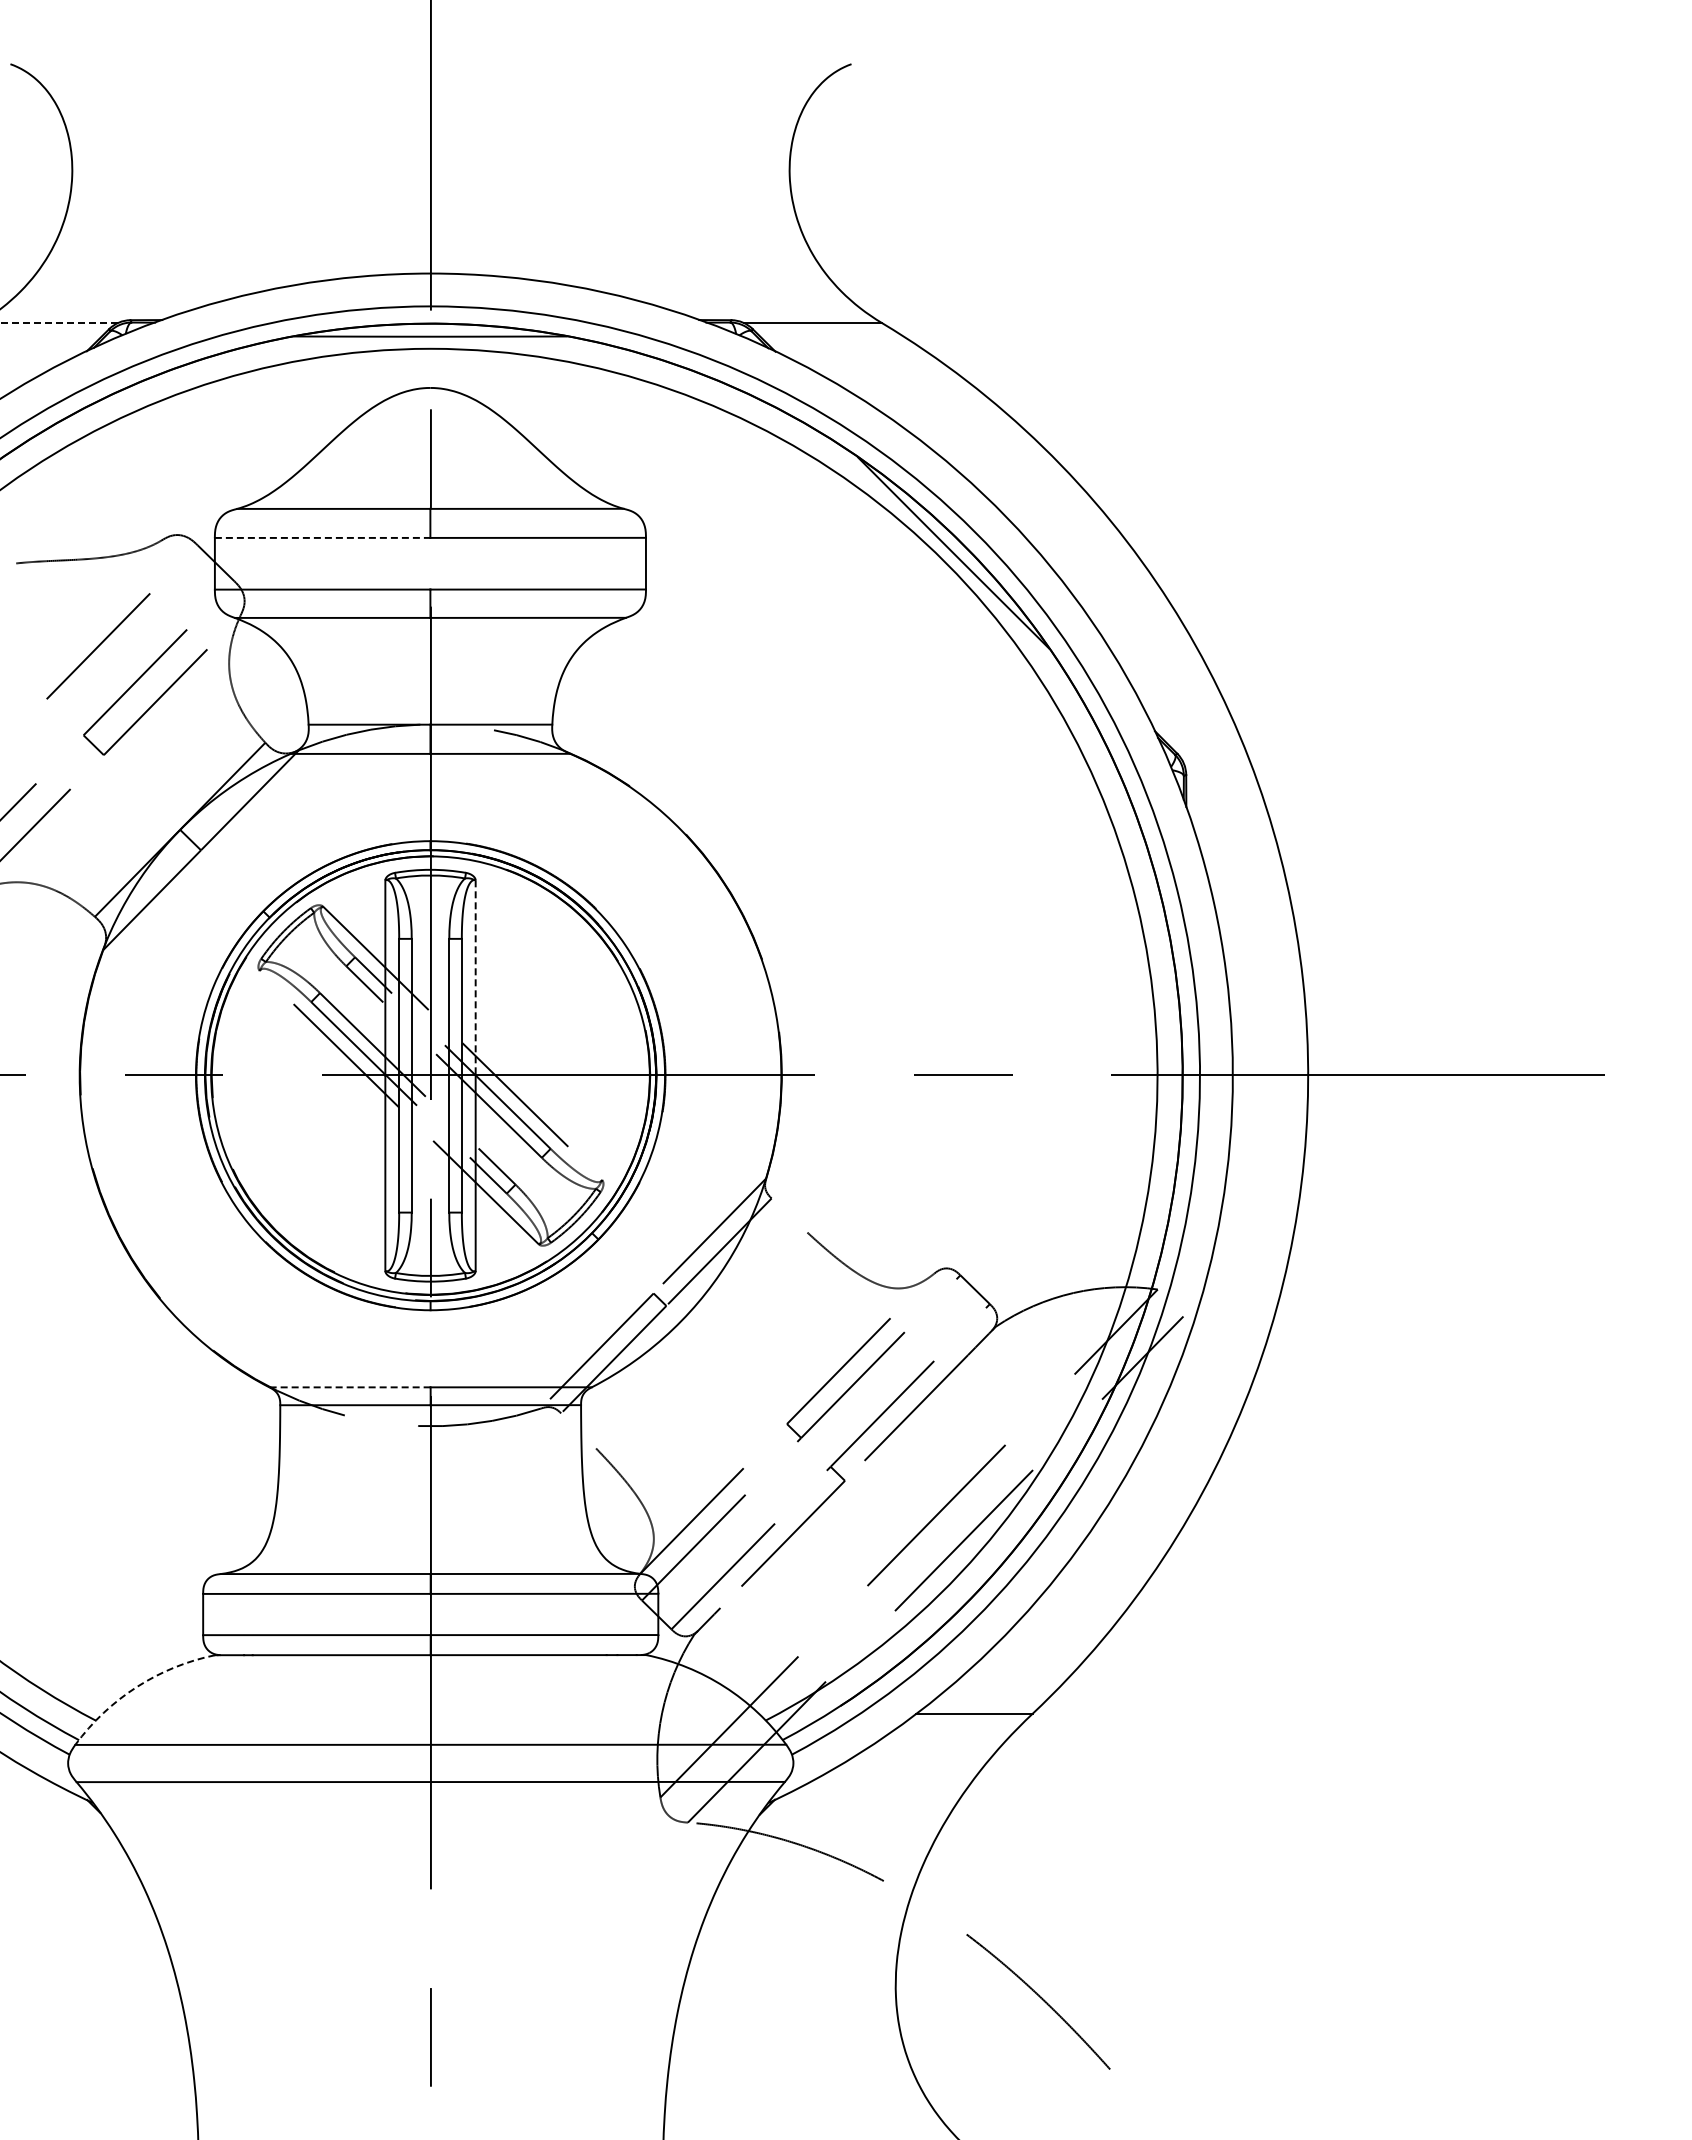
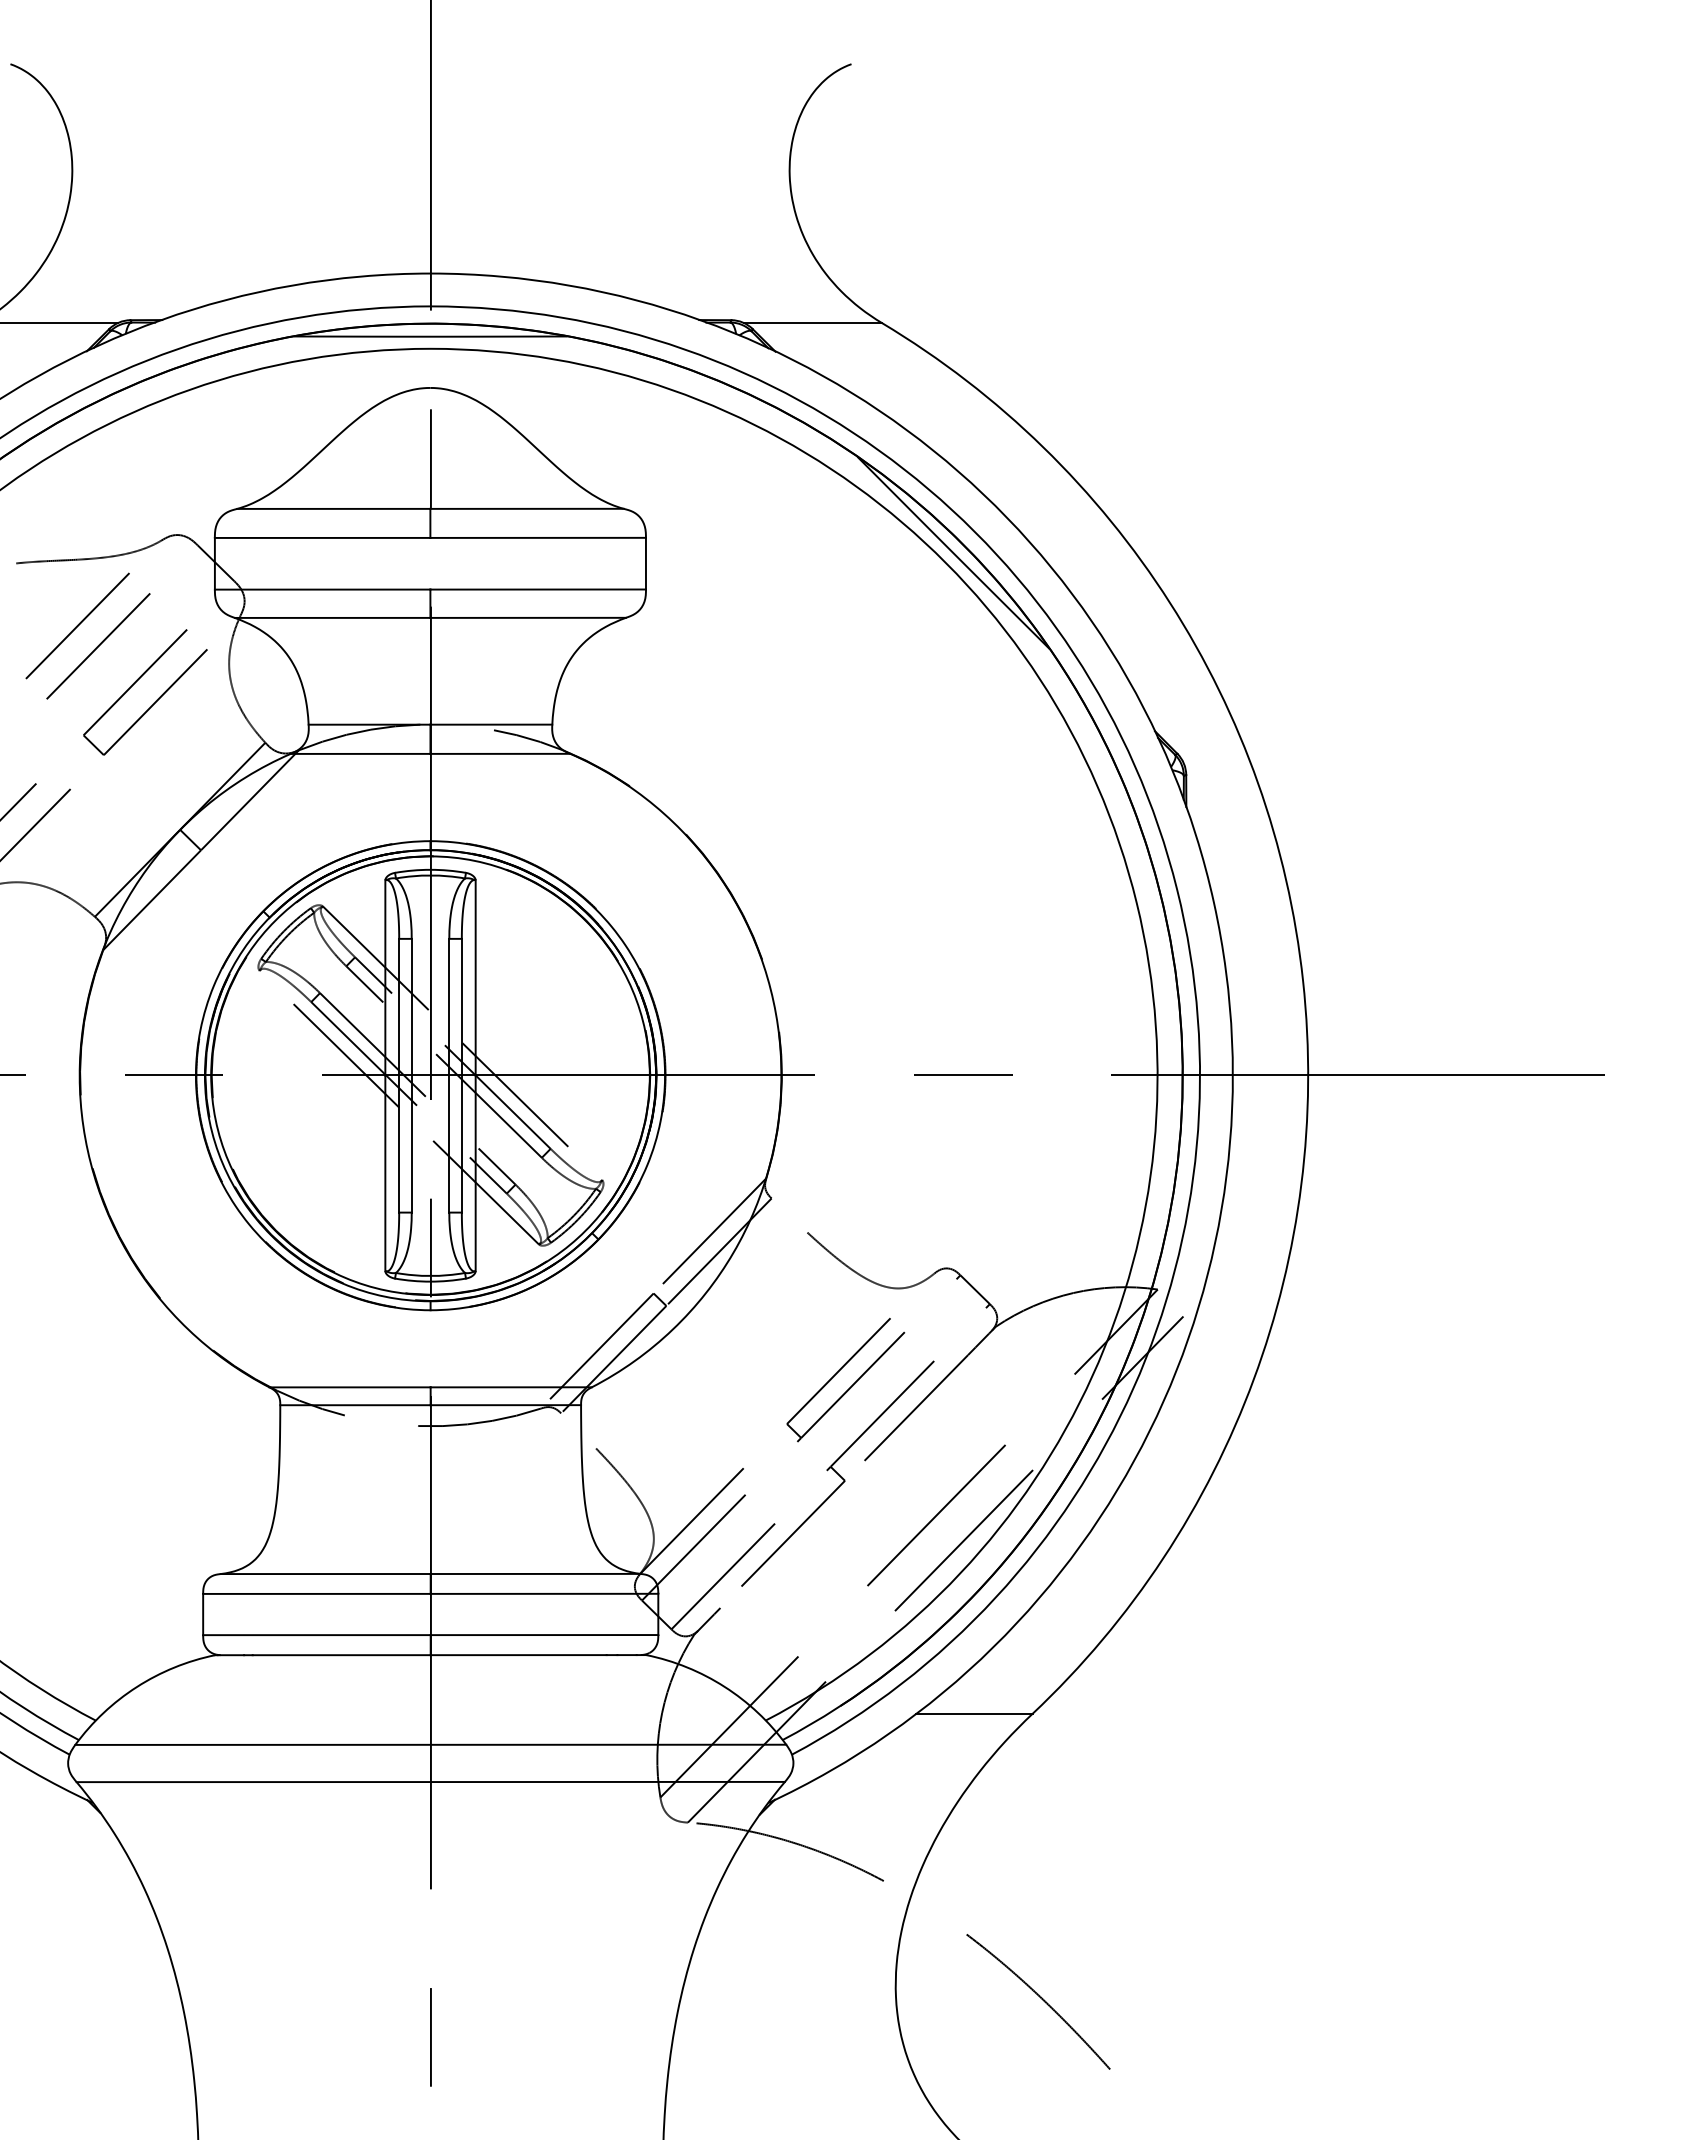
line at (58, 323): dashed -> solid
line at (322, 537): dashed -> solid
line at (77, 625): none -> present
line at (475, 978): dashed -> solid
line at (350, 1387): dashed -> solid
arc at (136, 1687): dashed -> solid
